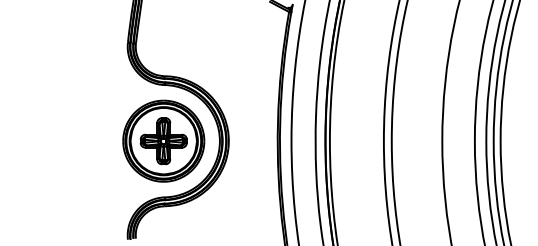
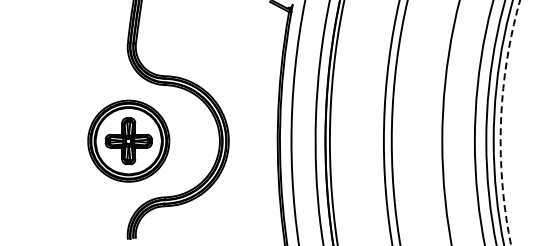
circle at (510, 122): solid -> dashed
part at (163, 140) position: (163, 140) -> (128, 140)
